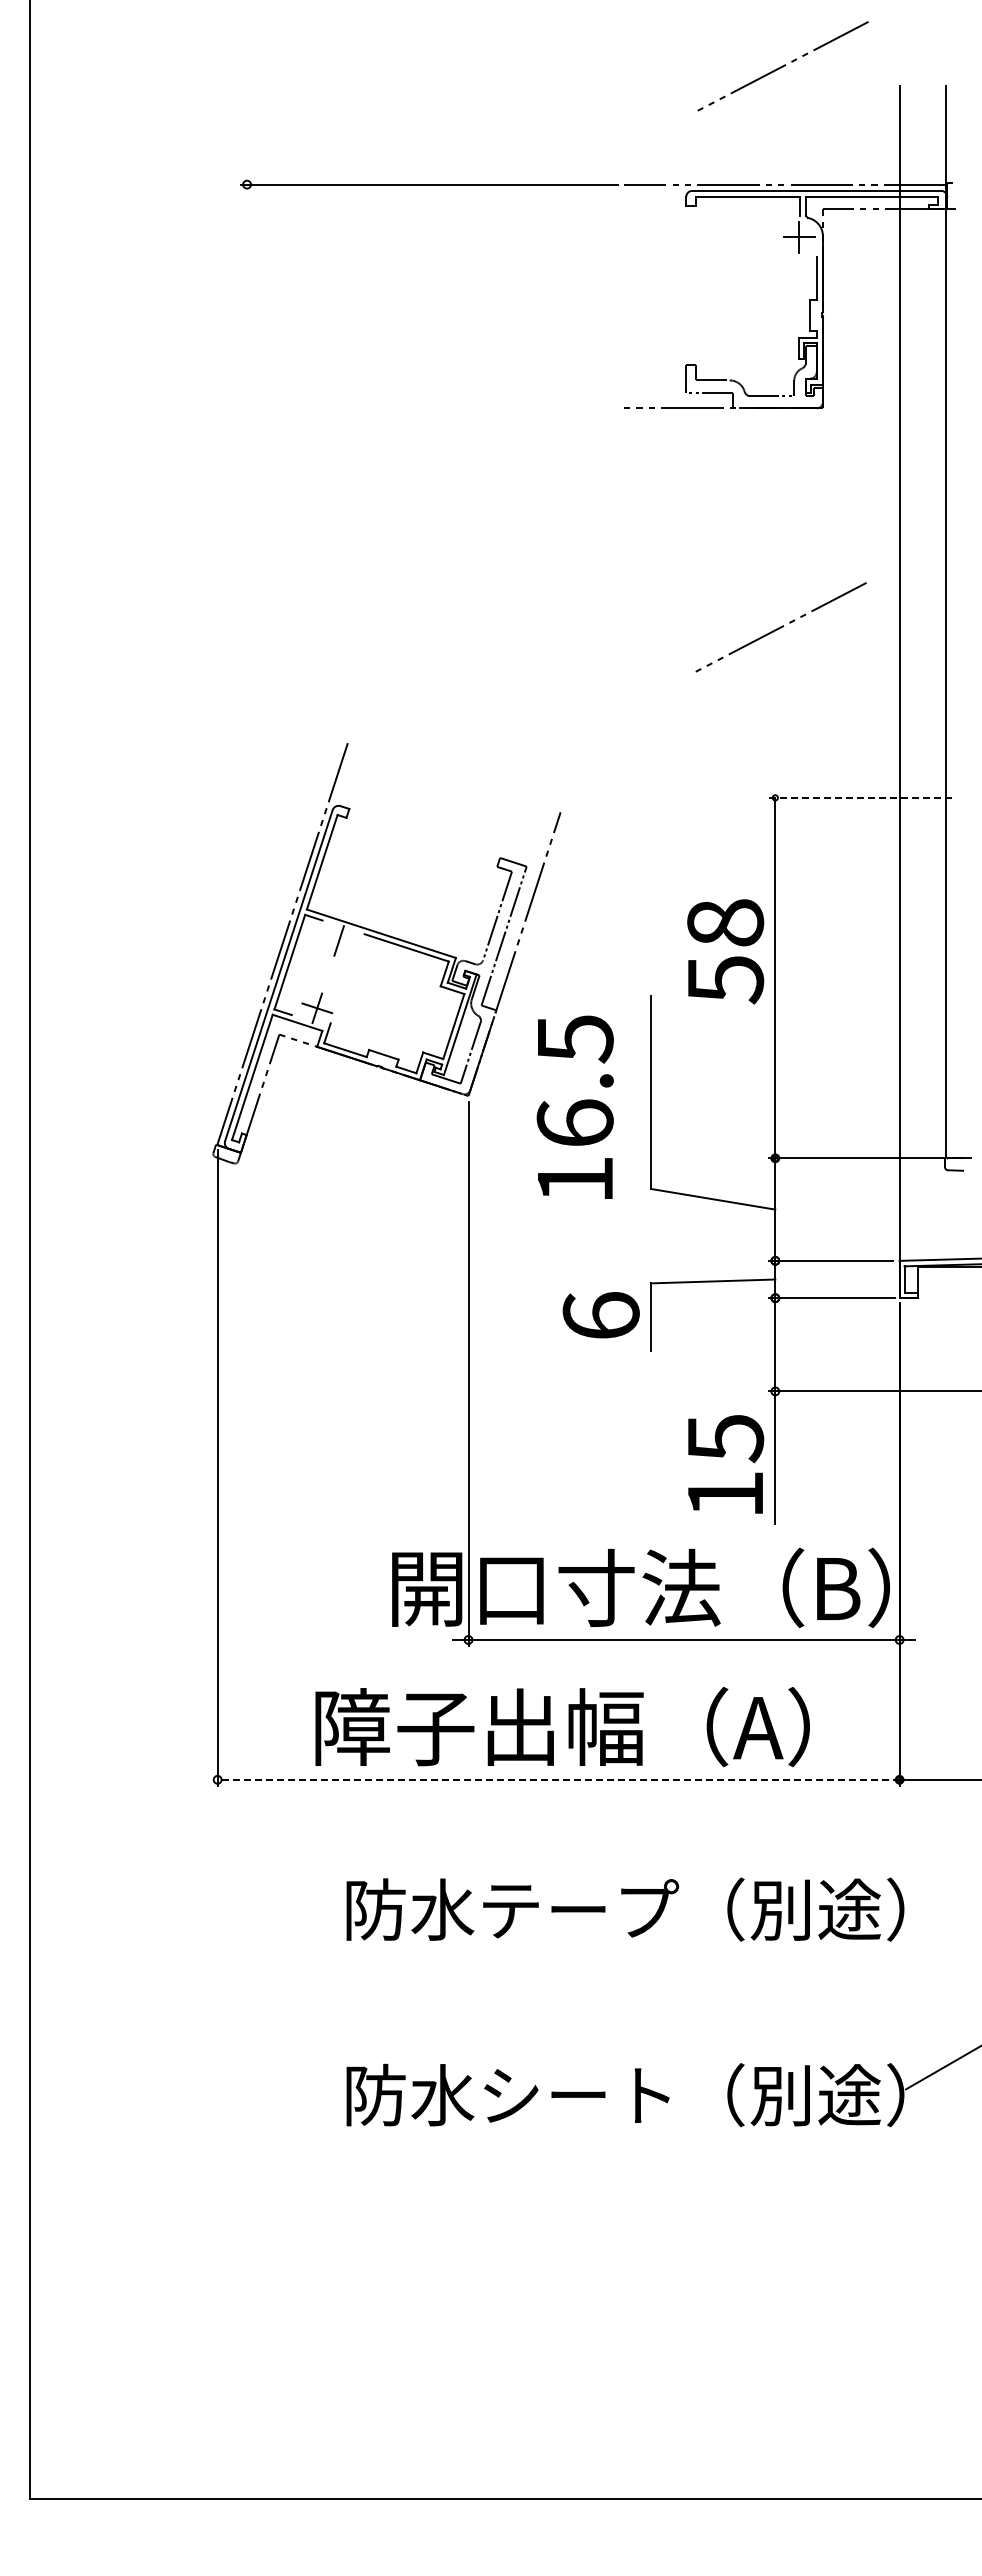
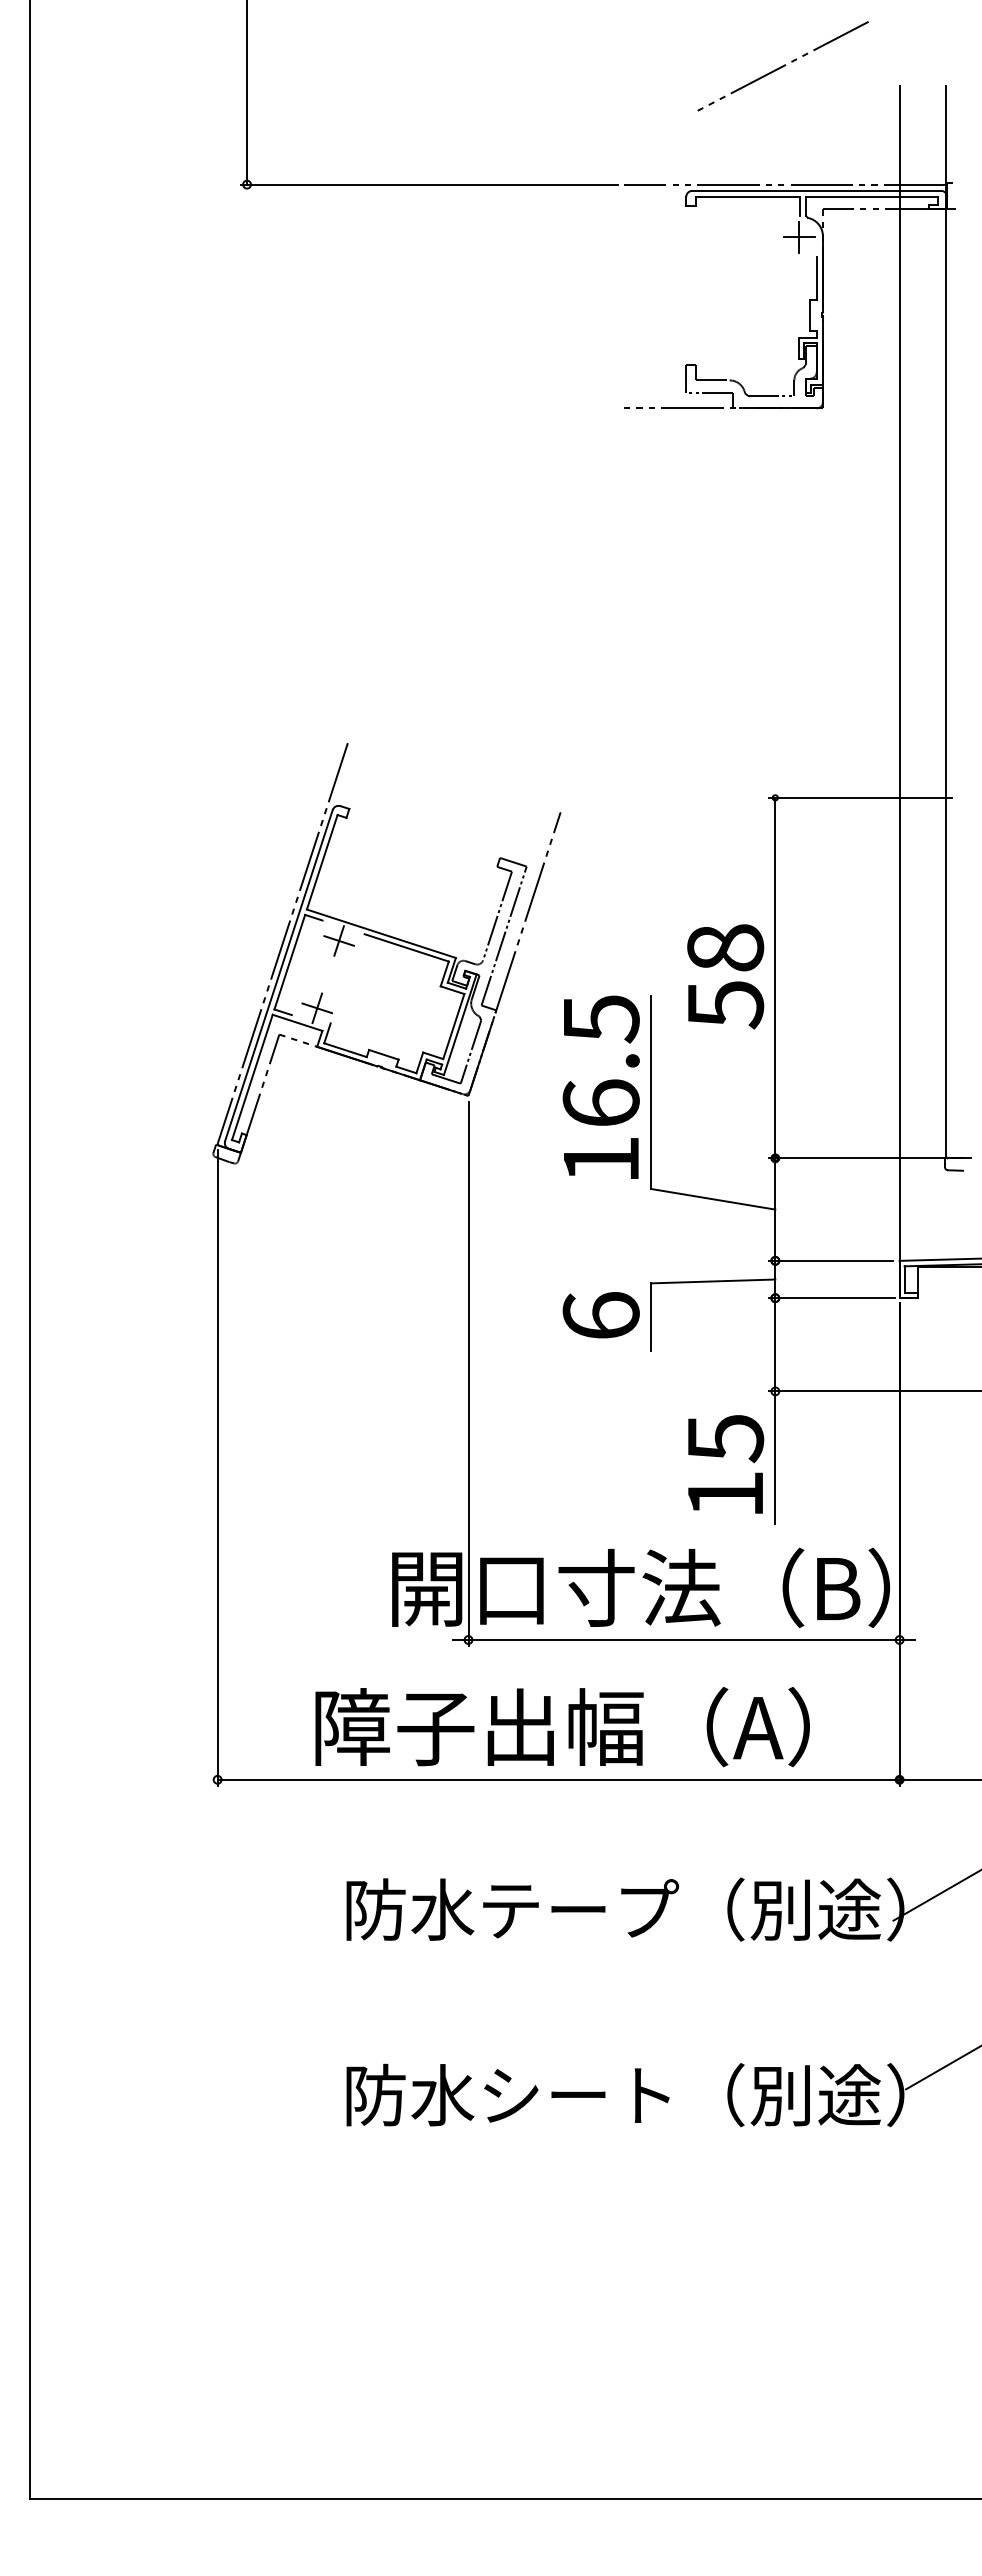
line at (247, 93): none -> present
line at (780, 627): present -> none
line at (860, 797): dashed -> solid
line at (338, 940): none -> present
text at (725, 951) position: (725, 951) -> (725, 976)
text at (574, 1106) position: (574, 1106) -> (600, 1086)
line at (558, 1779): dashed -> solid
line at (935, 1895): none -> present
